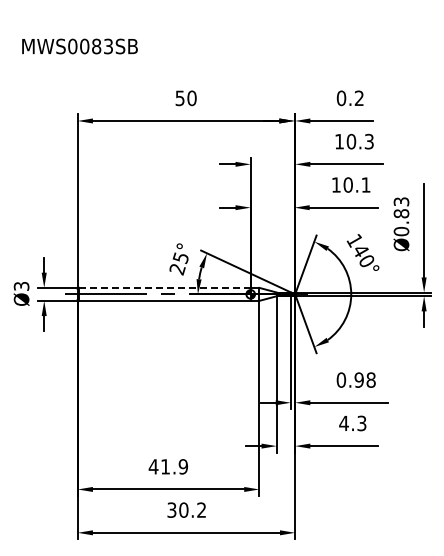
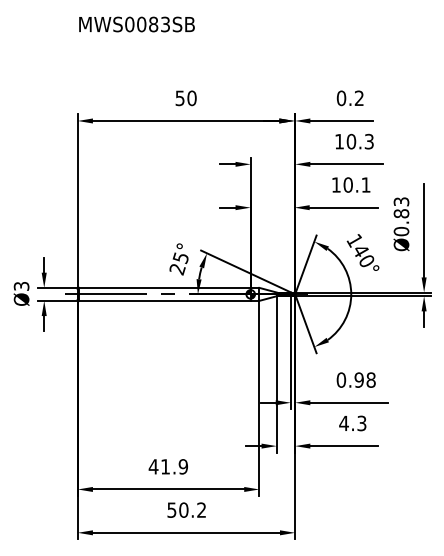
text at (79, 46) position: (79, 46) -> (136, 24)
line at (164, 287): dashed -> solid
text at (171, 509): 30.2 -> 50.2
